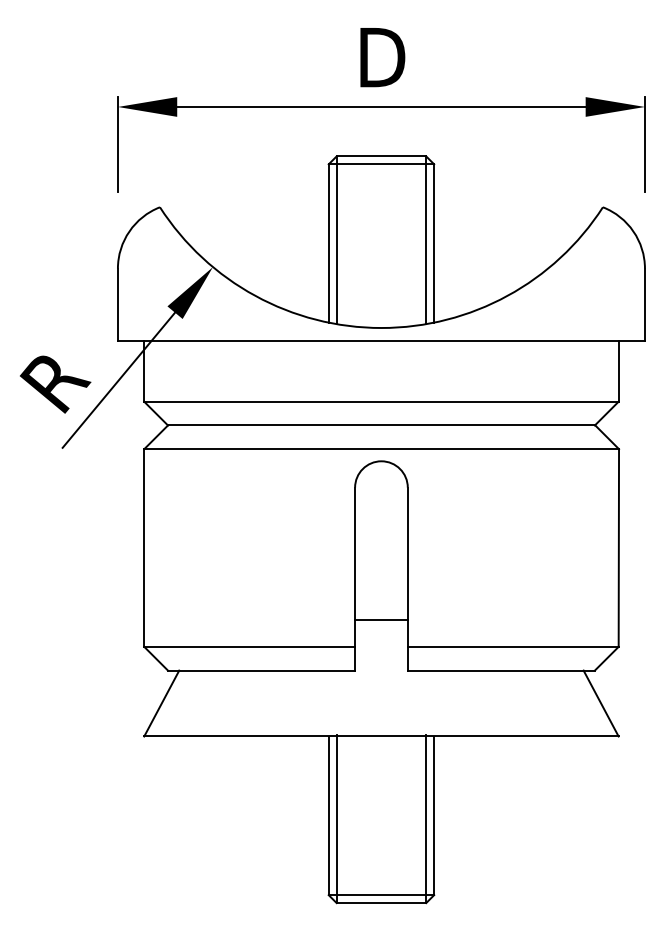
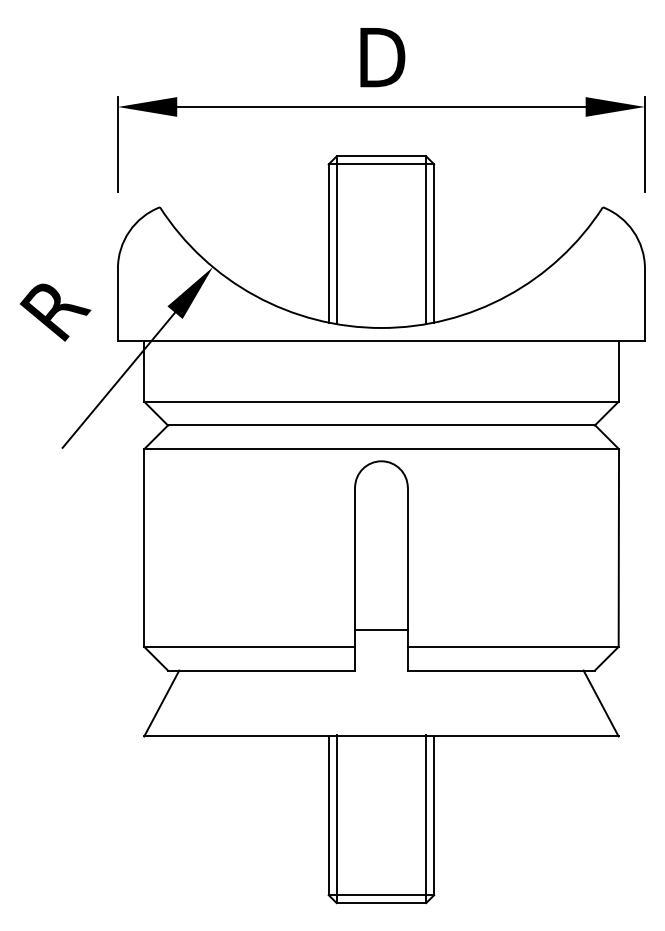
text at (55, 384) position: (55, 384) -> (55, 312)
line at (381, 619) position: (381, 619) -> (381, 629)
